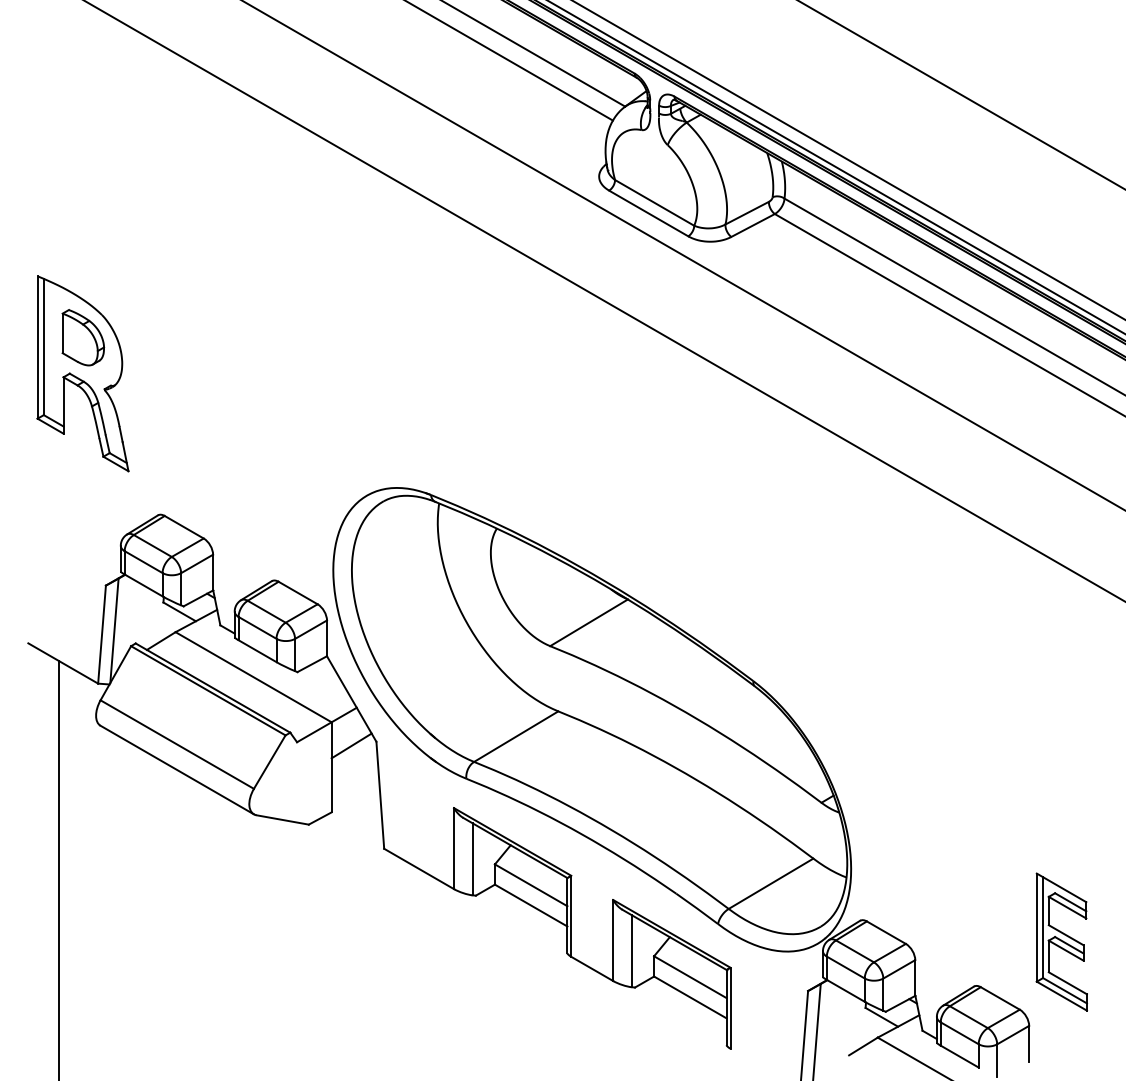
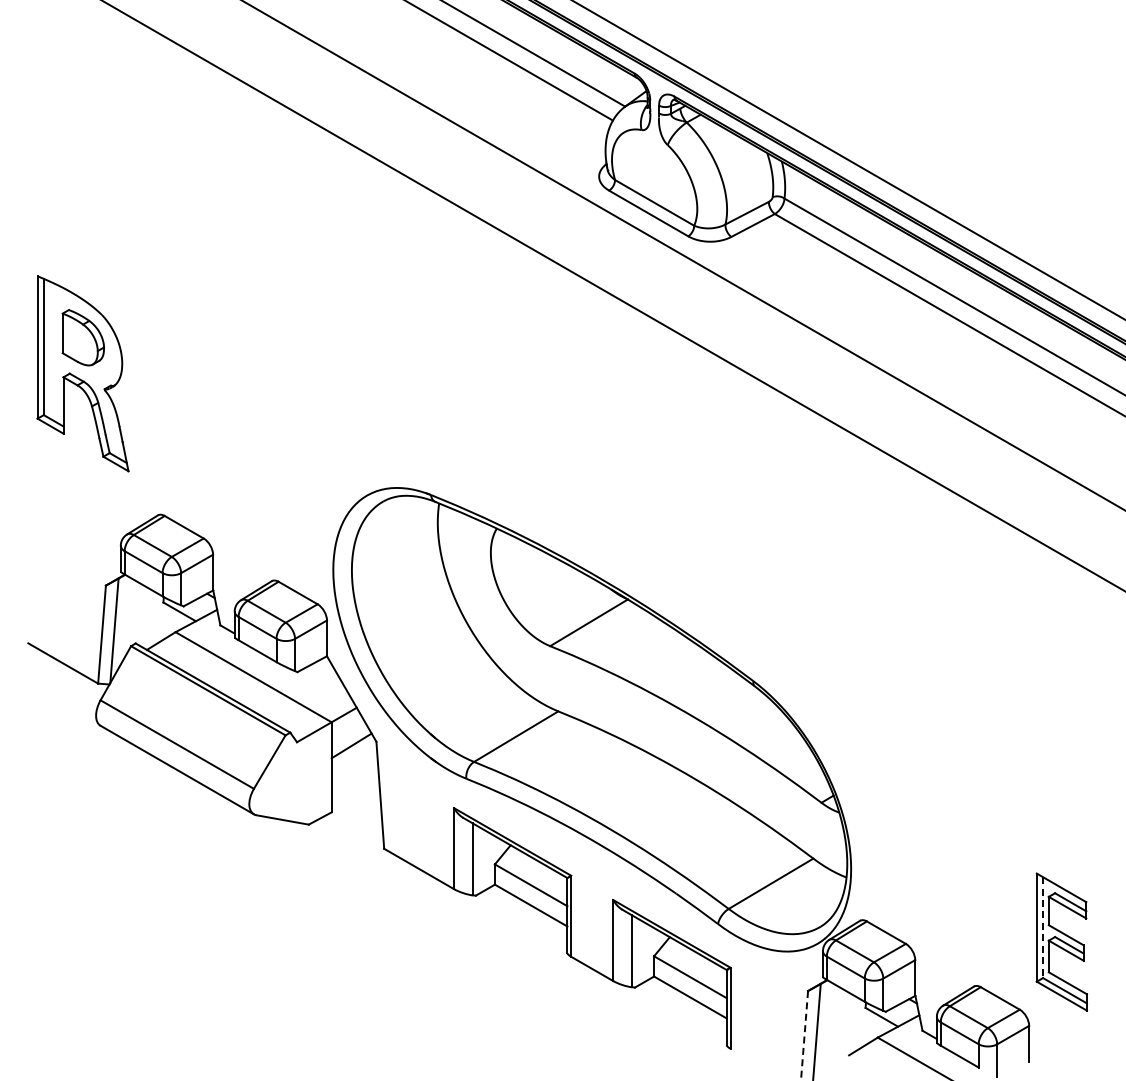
line at (961, 94): present -> none
line at (836, 167): present -> none
line at (604, 301) position: (604, 301) -> (613, 295)
line at (58, 868): present -> none
line at (1043, 928): solid -> dashed
line at (804, 1035): solid -> dashed
